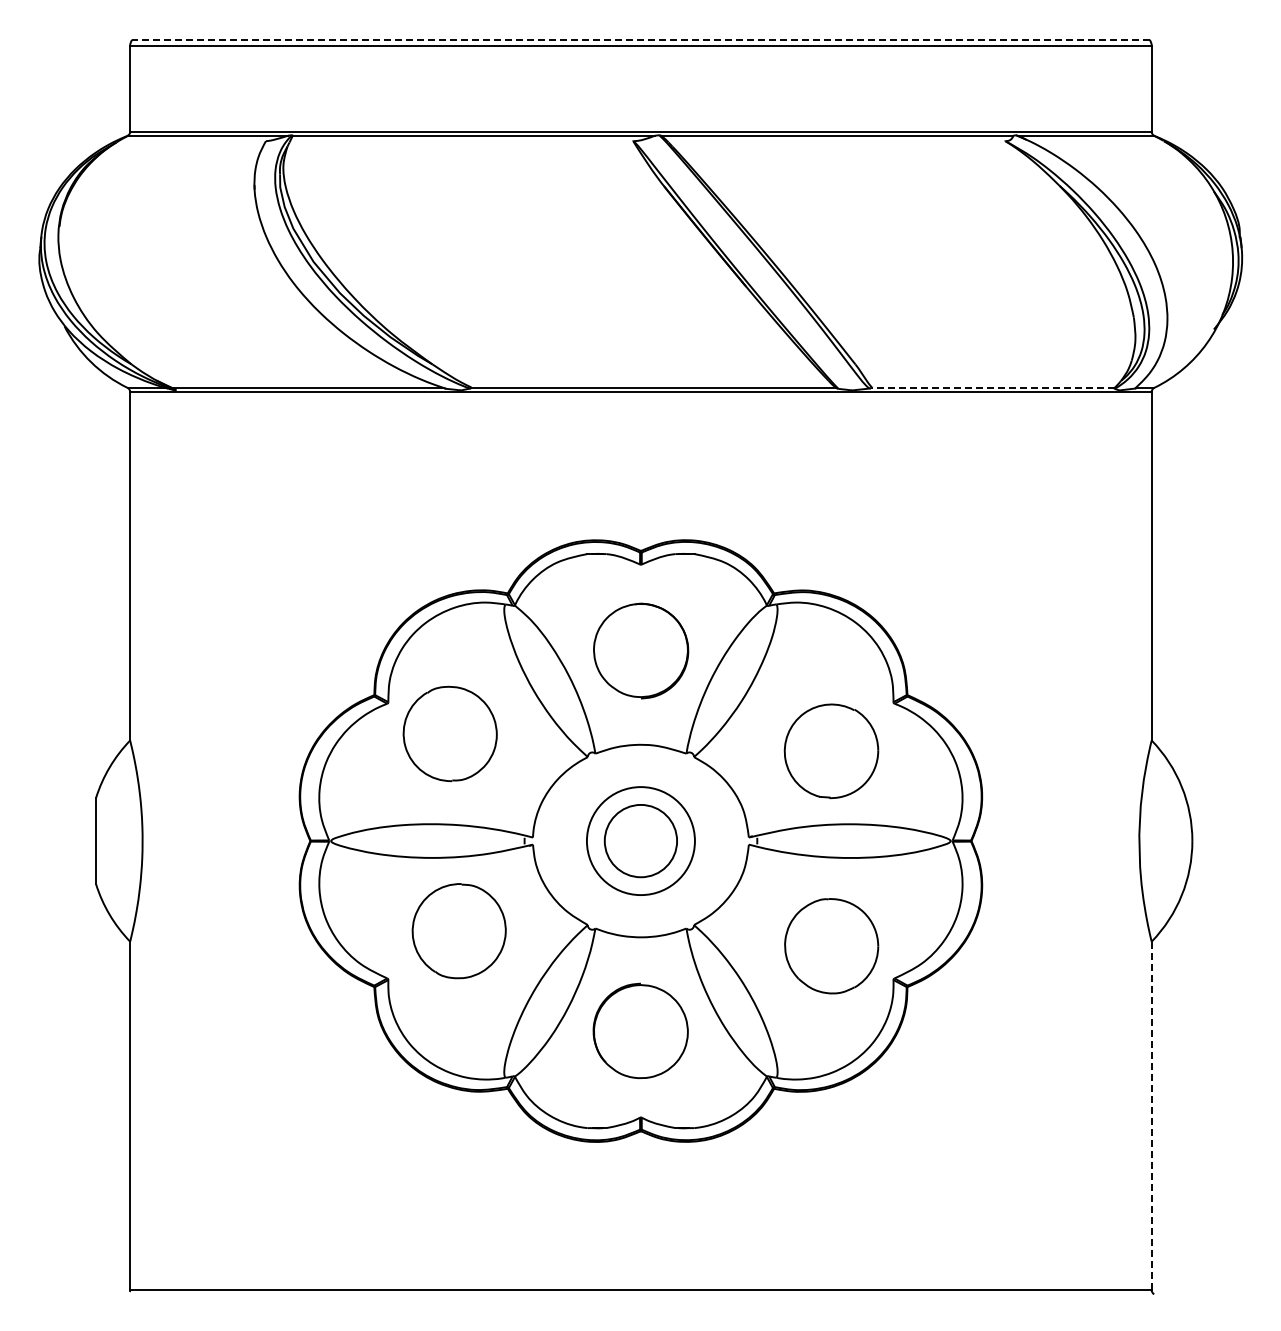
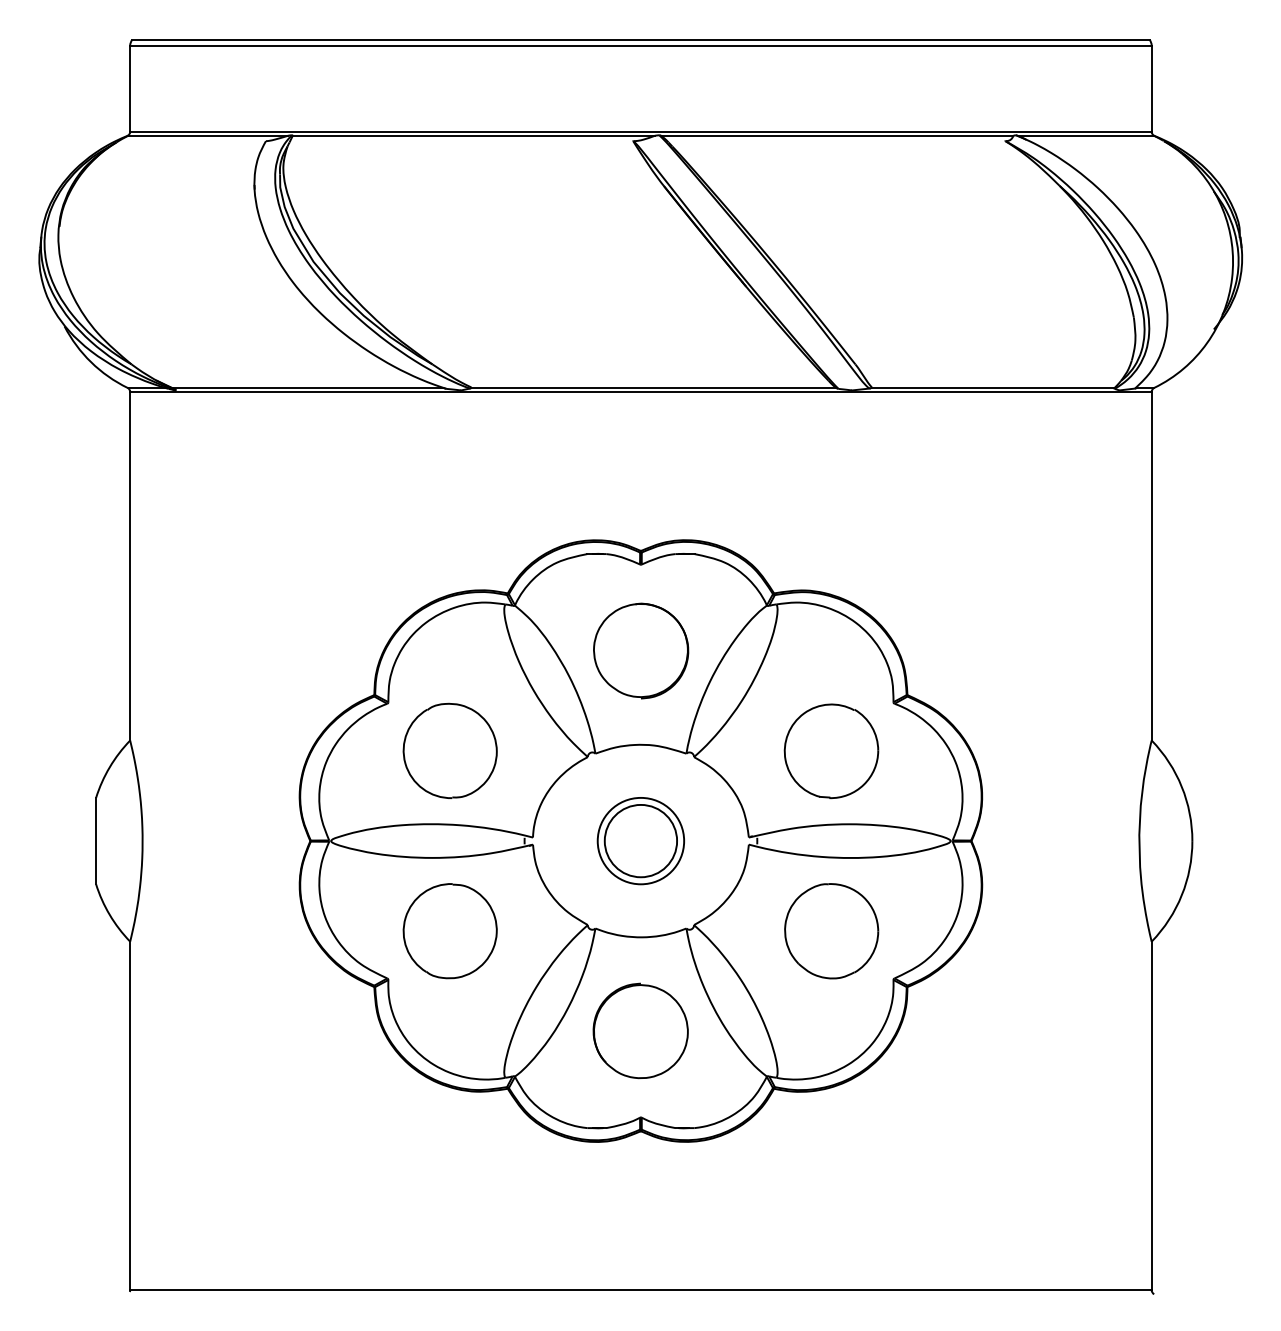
line at (640, 39): dashed -> solid
line at (992, 387): dashed -> solid
part at (449, 733) position: (449, 733) -> (449, 750)
circle at (640, 841) diameter: 108 px -> 86 px
part at (458, 931) position: (458, 931) -> (449, 931)
part at (831, 946) position: (831, 946) -> (831, 931)
line at (1151, 1115): dashed -> solid
